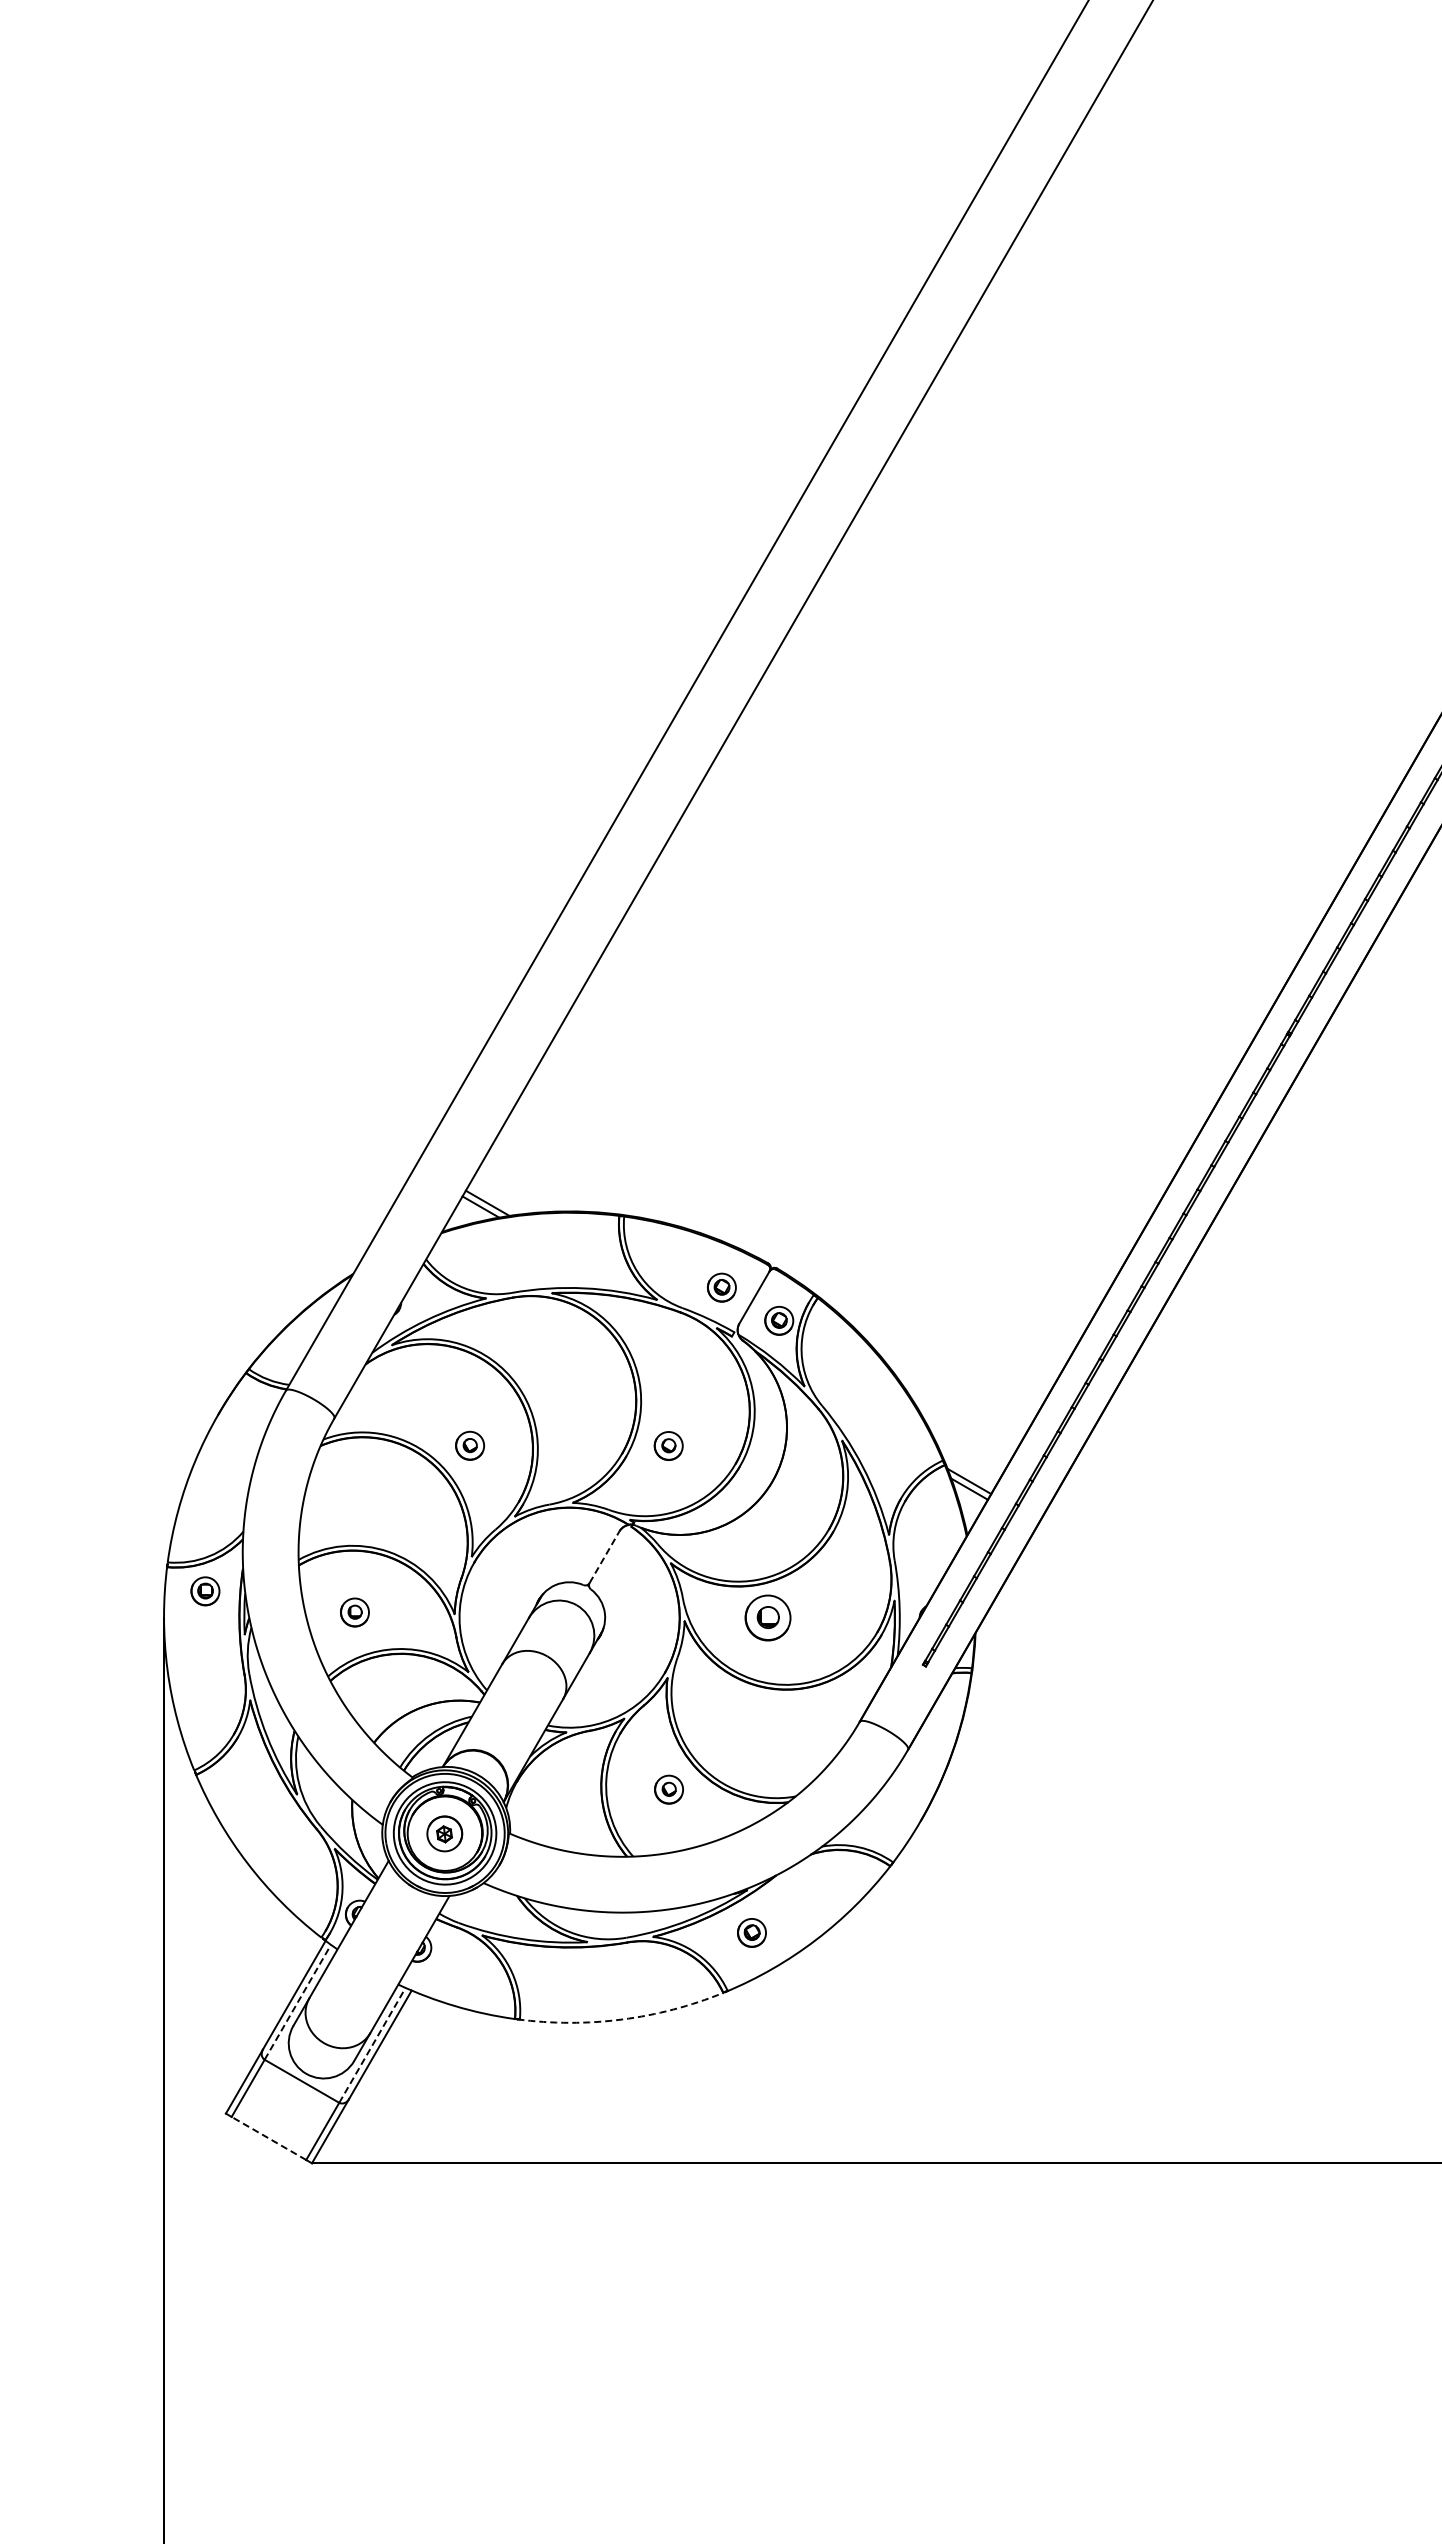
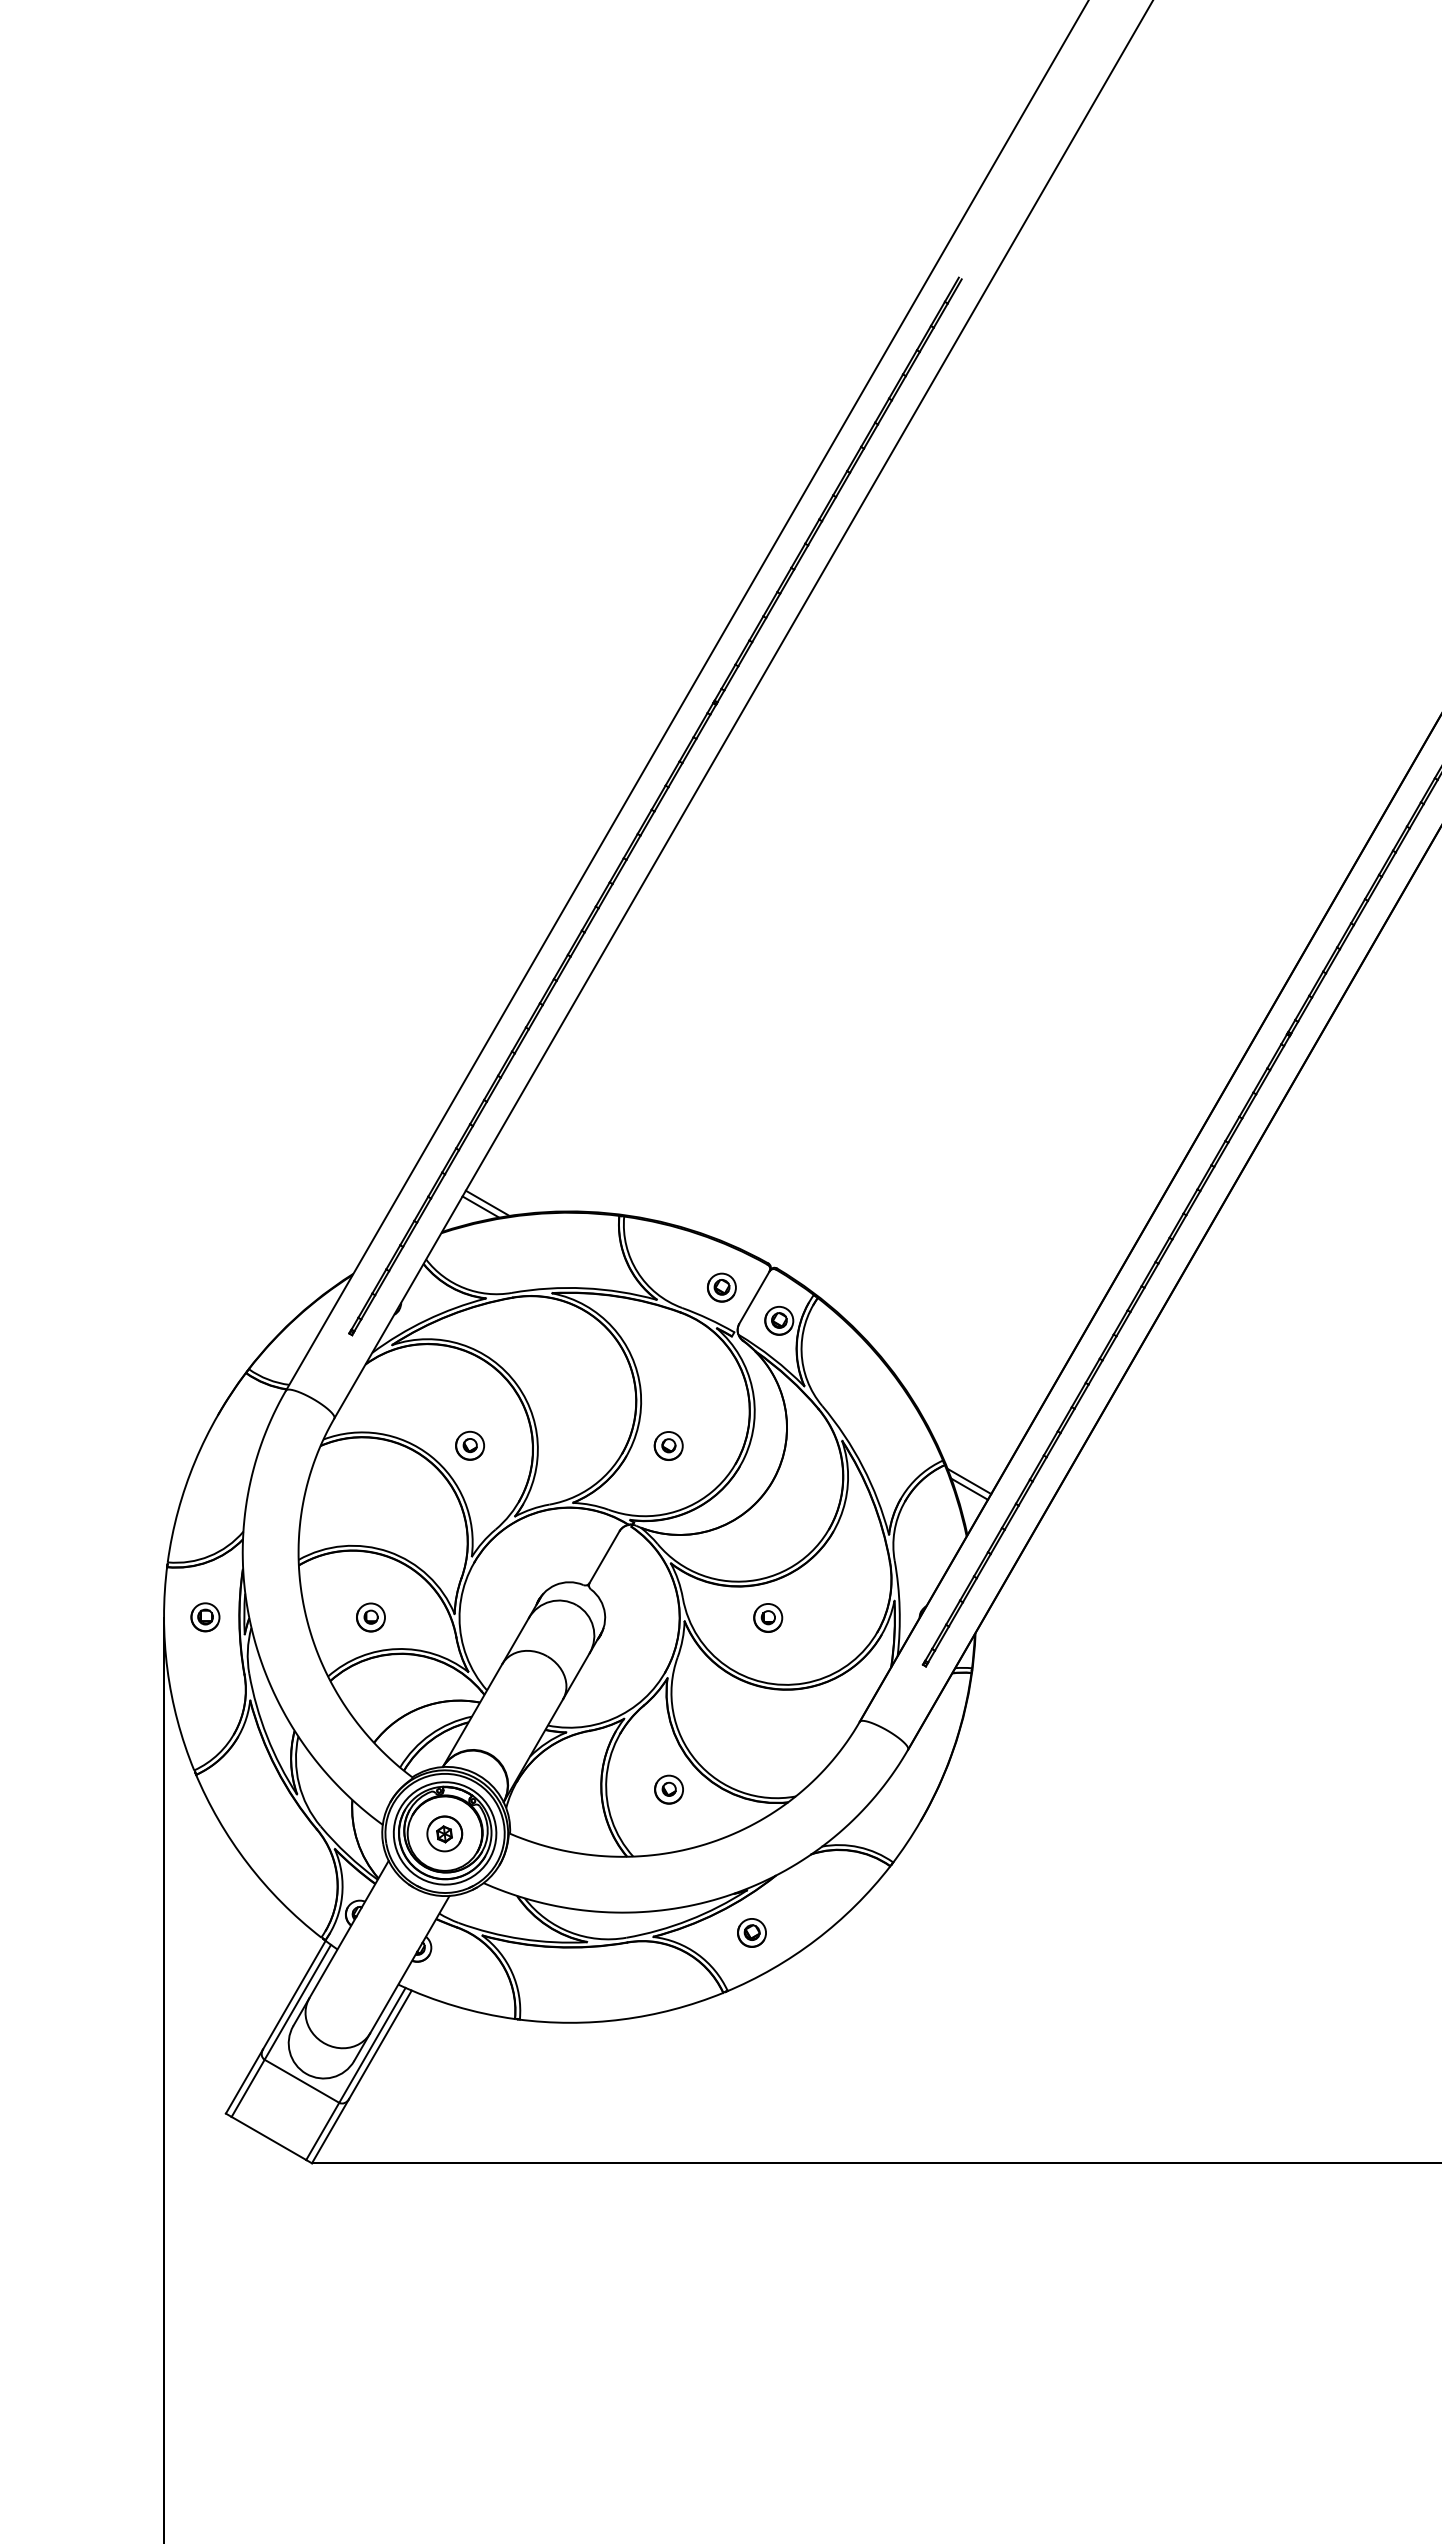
part at (655, 806): none -> present
line at (604, 1557): dashed -> solid
part at (205, 1591) position: (205, 1591) -> (205, 1617)
part at (354, 1612) position: (354, 1612) -> (370, 1617)
part at (767, 1617) size: 48x48 px -> 31x30 px
line at (298, 2001): dashed -> solid
arc at (622, 2019): dashed -> solid
line at (372, 2044): dashed -> solid
line at (268, 2138): dashed -> solid
